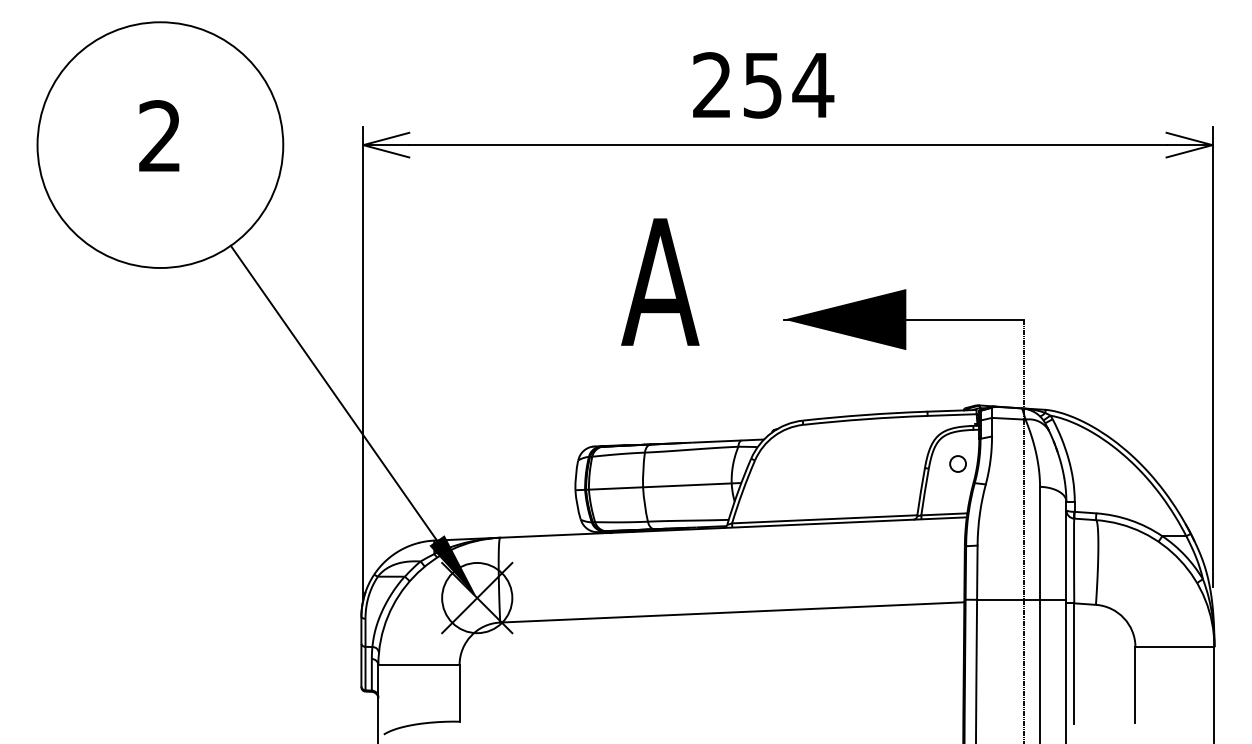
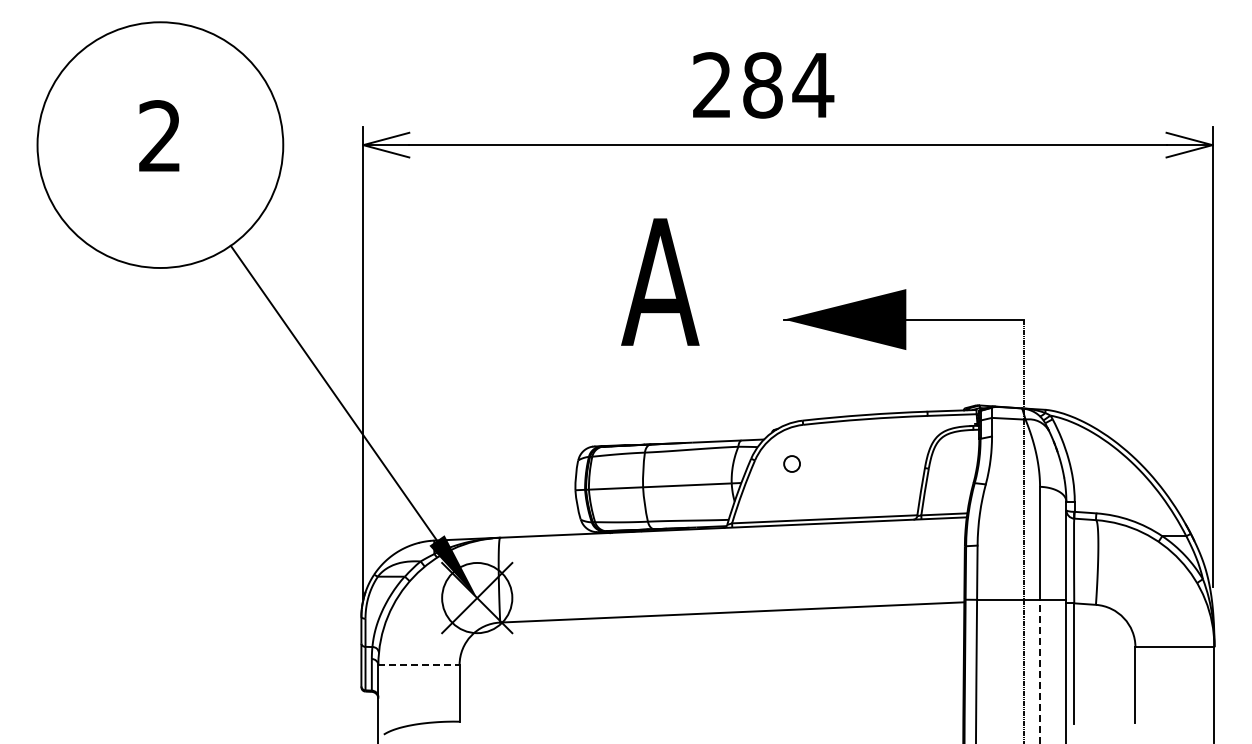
text at (762, 85): 254 -> 284
circle at (957, 463) position: (957, 463) -> (791, 463)
line at (419, 664): solid -> dashed
line at (1040, 671): solid -> dashed
